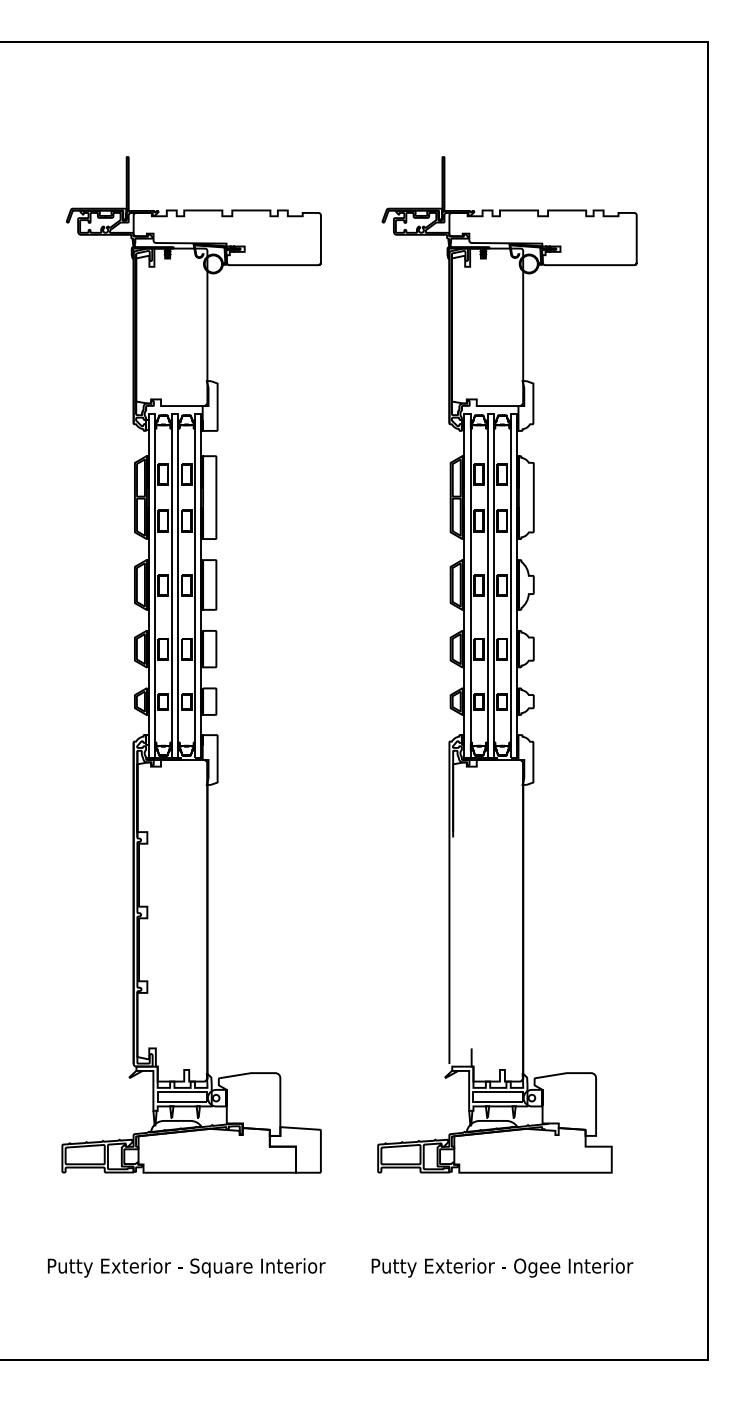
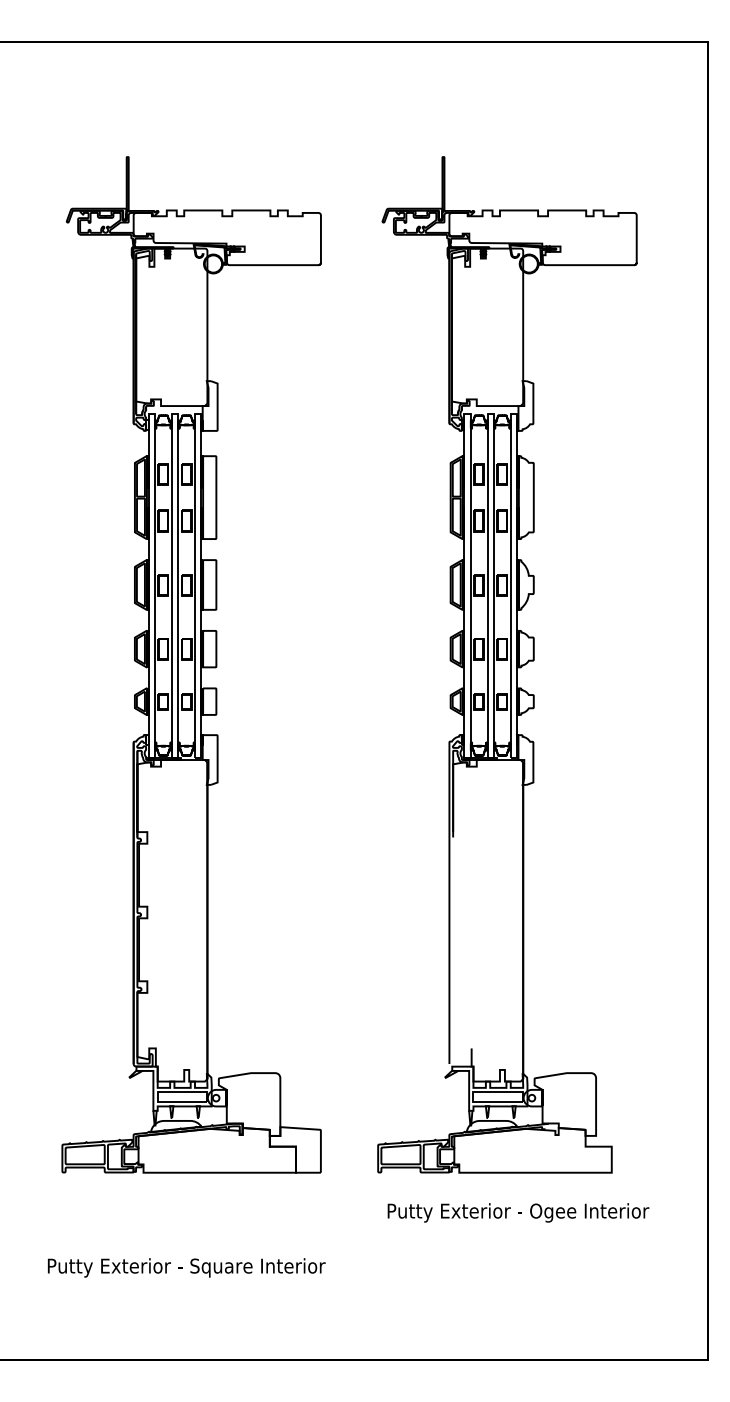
text at (502, 1267) position: (502, 1267) -> (518, 1212)
